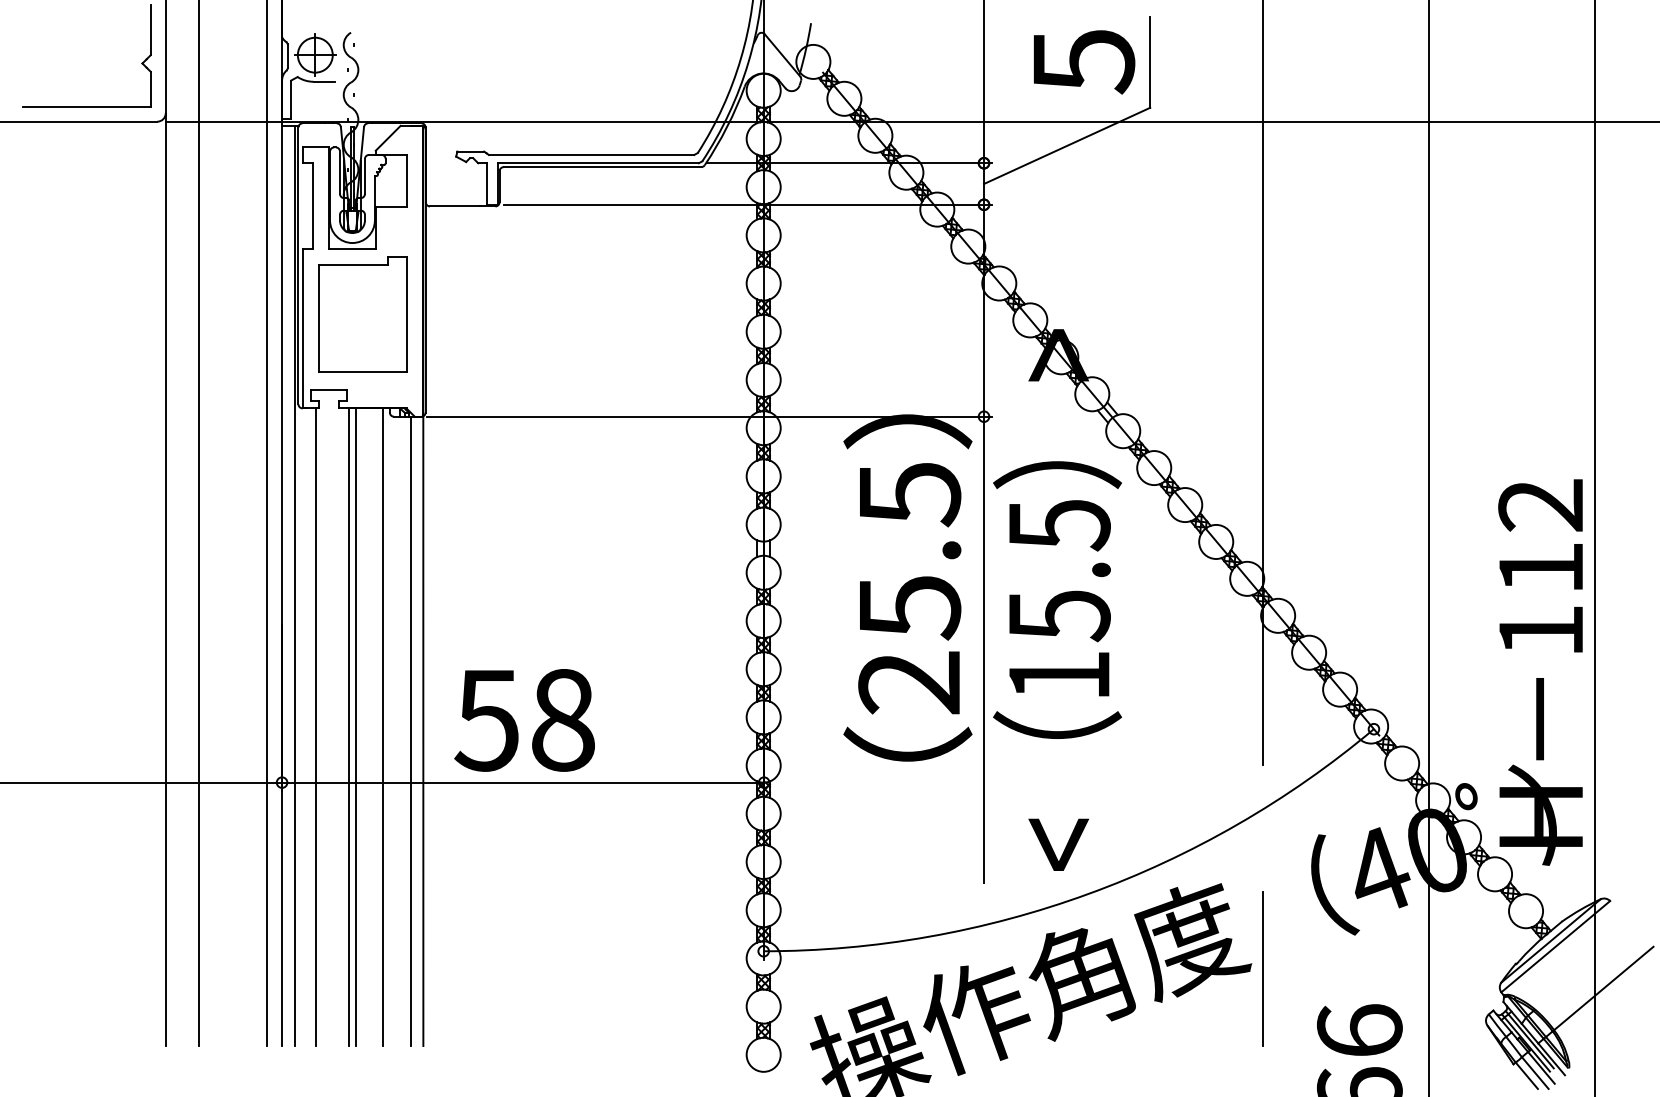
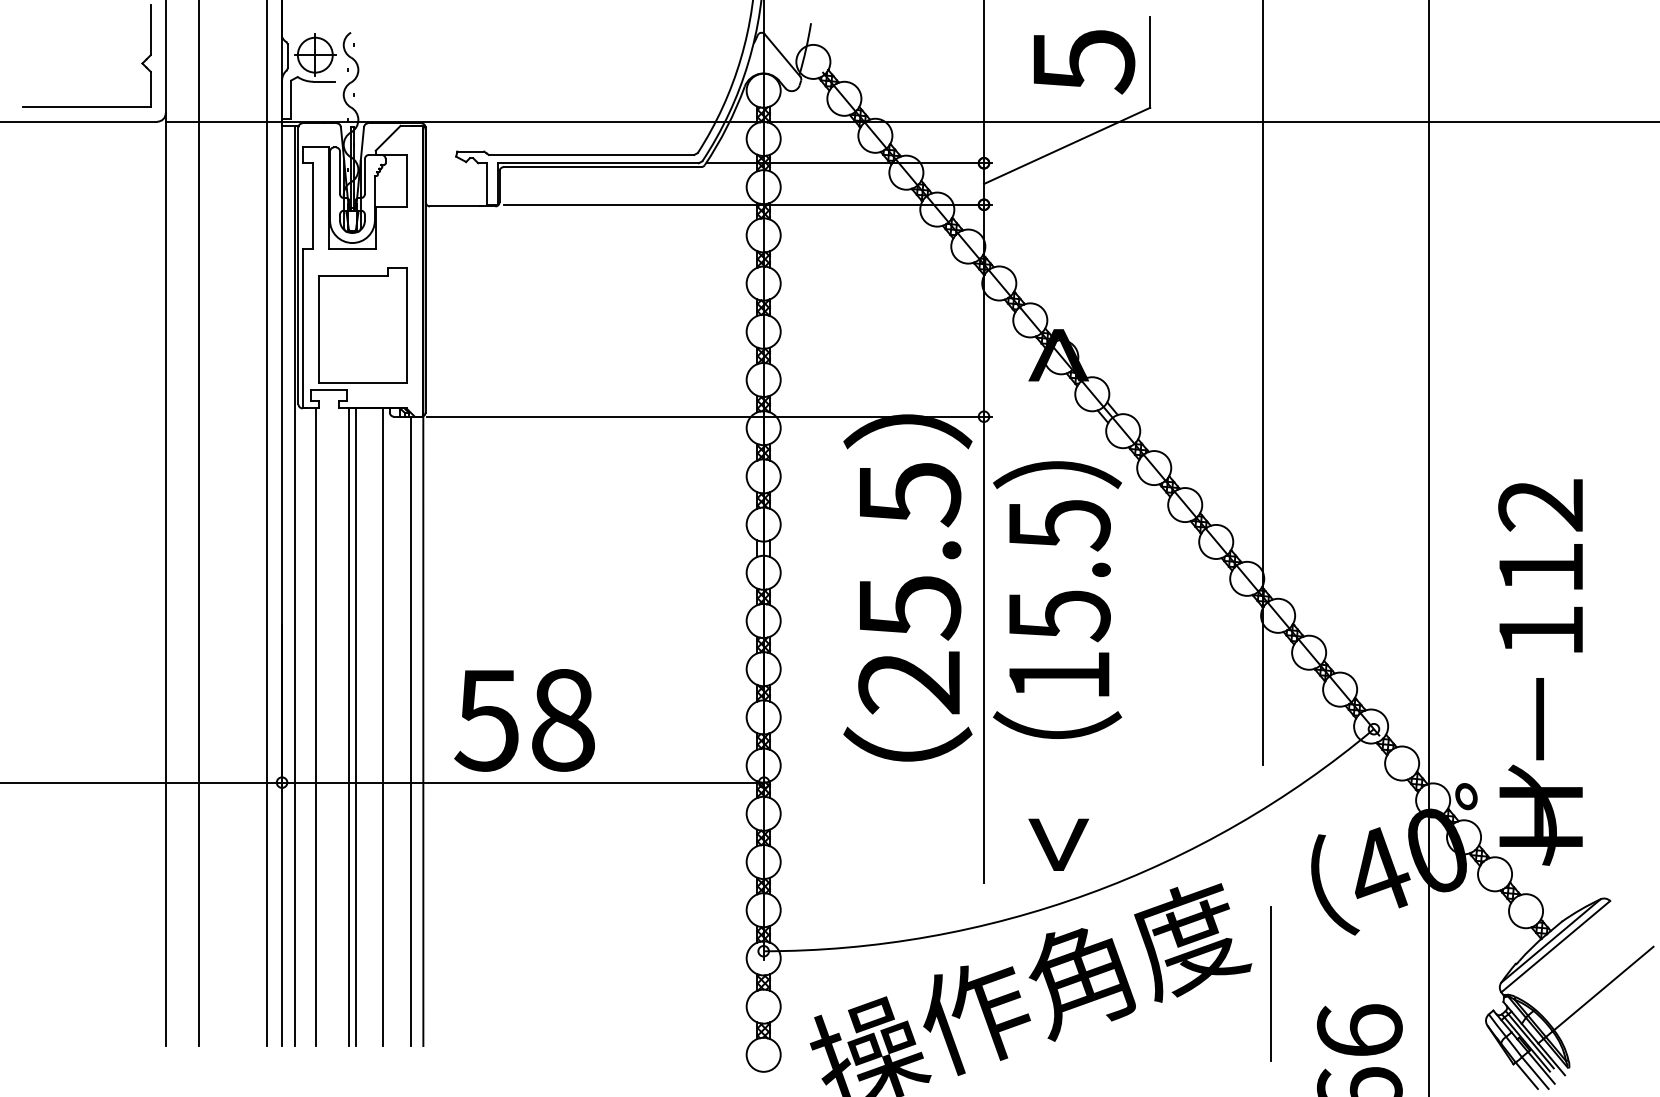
part at (362, 314) position: (362, 314) -> (362, 325)
line at (1595, 547): present -> none
line at (1262, 968) position: (1262, 968) -> (1270, 983)
